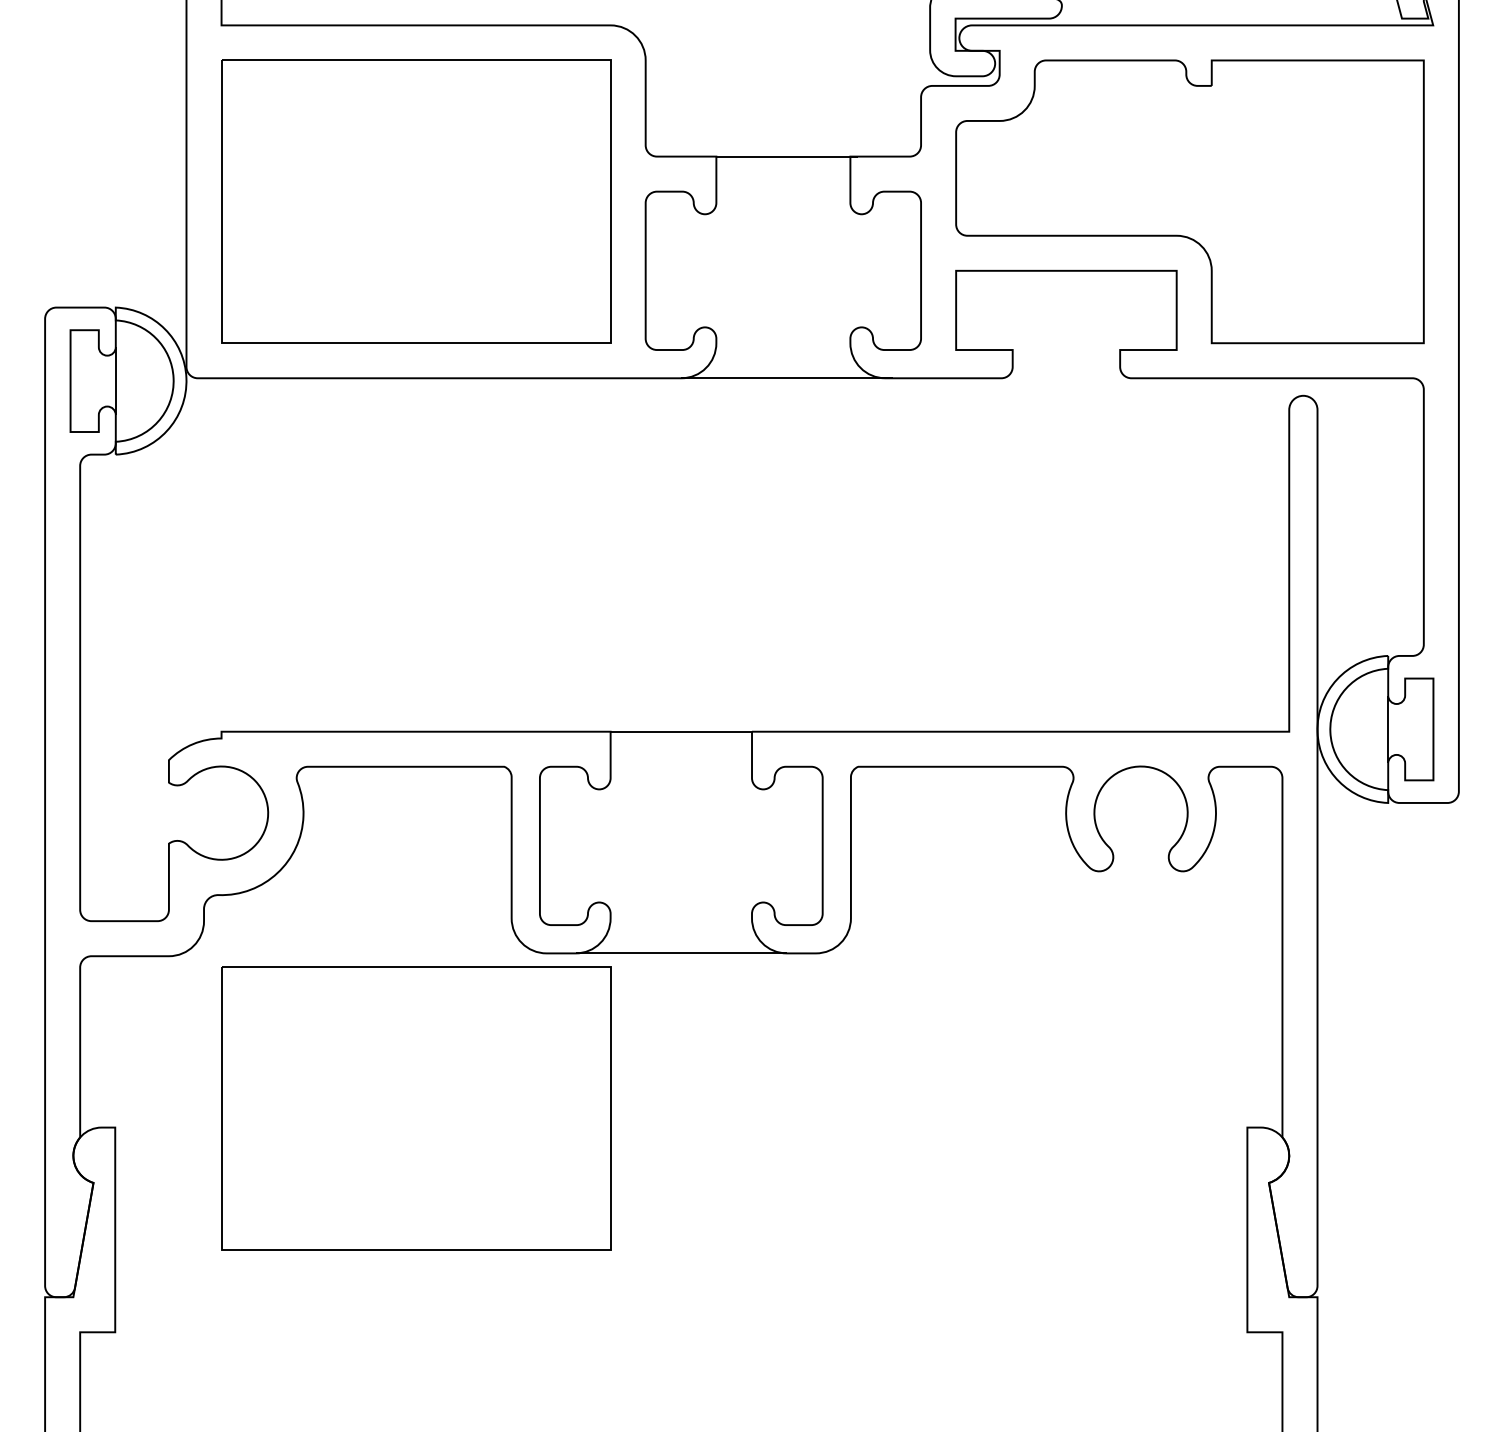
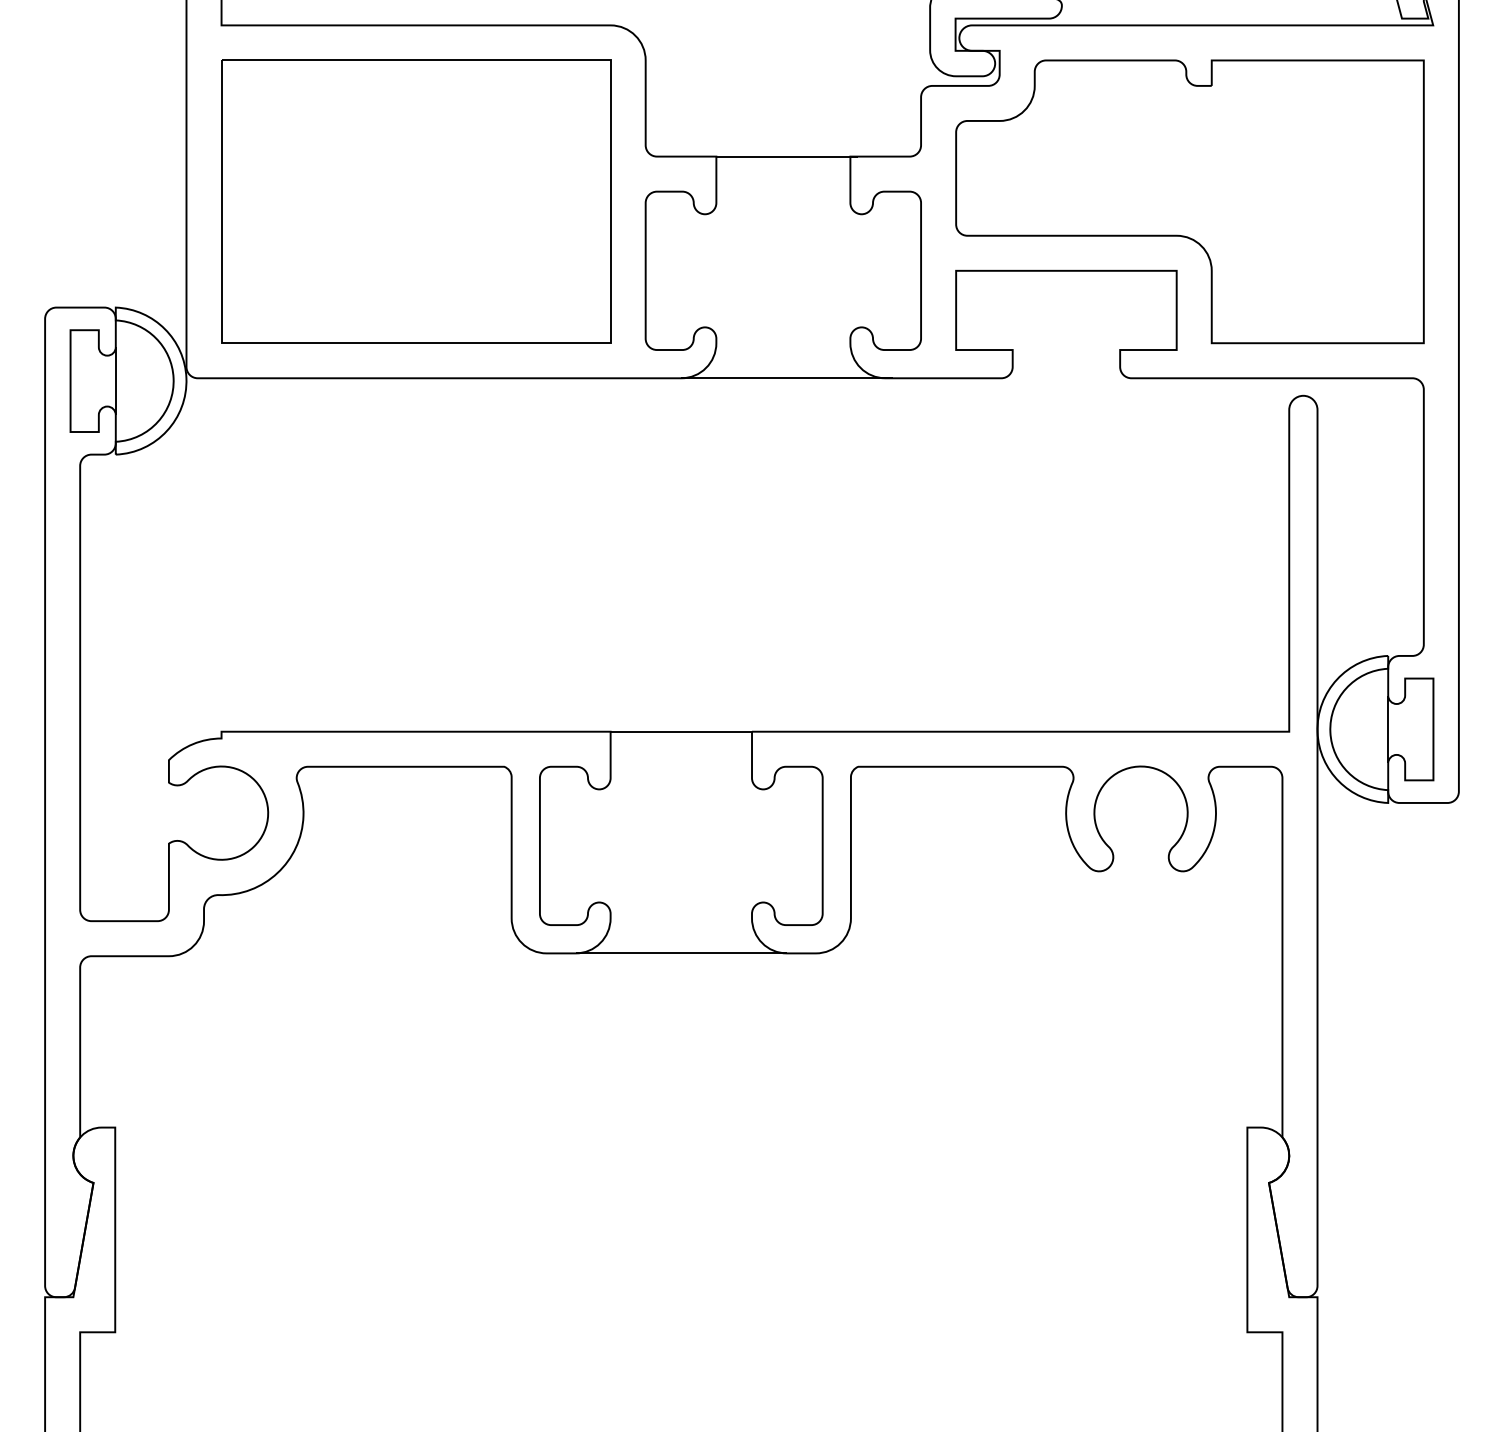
part at (416, 1108): present -> none
